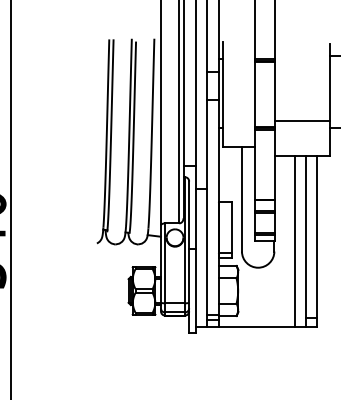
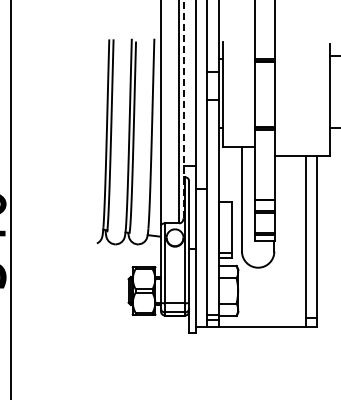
line at (183, 108): solid -> dashed
line at (302, 121): present -> none
line at (294, 241): present -> none
